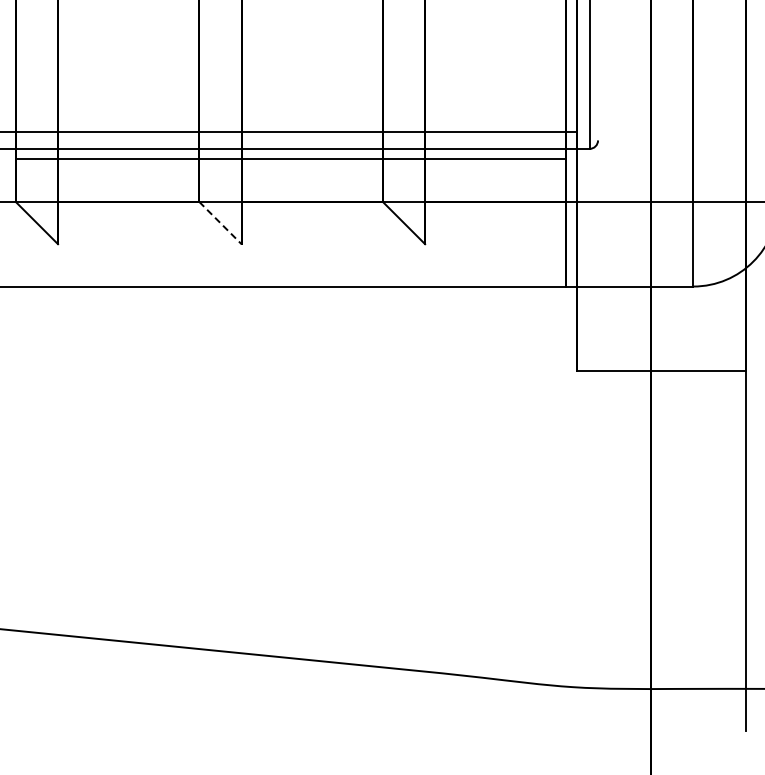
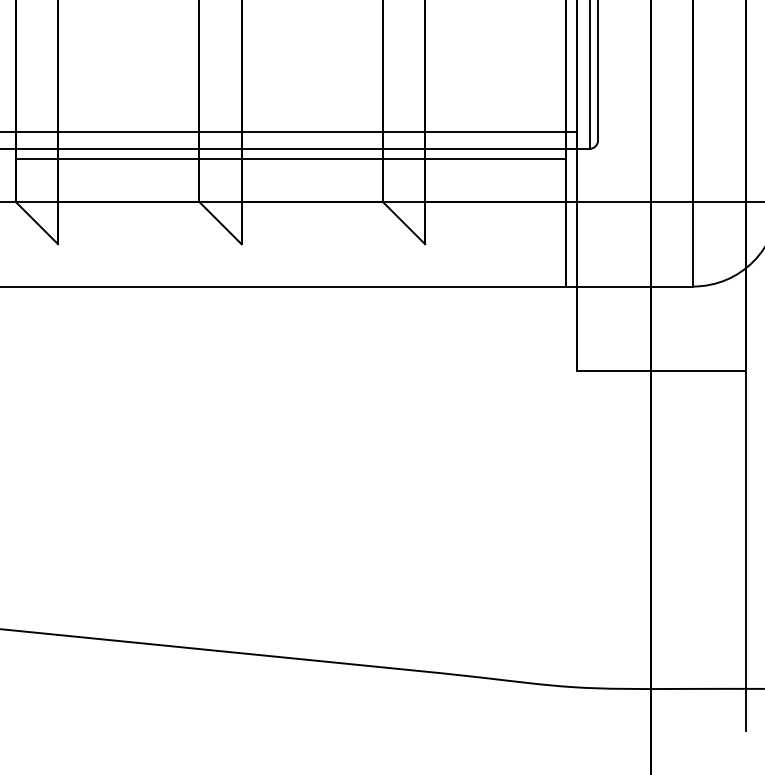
line at (598, 71): none -> present
line at (220, 223): dashed -> solid
